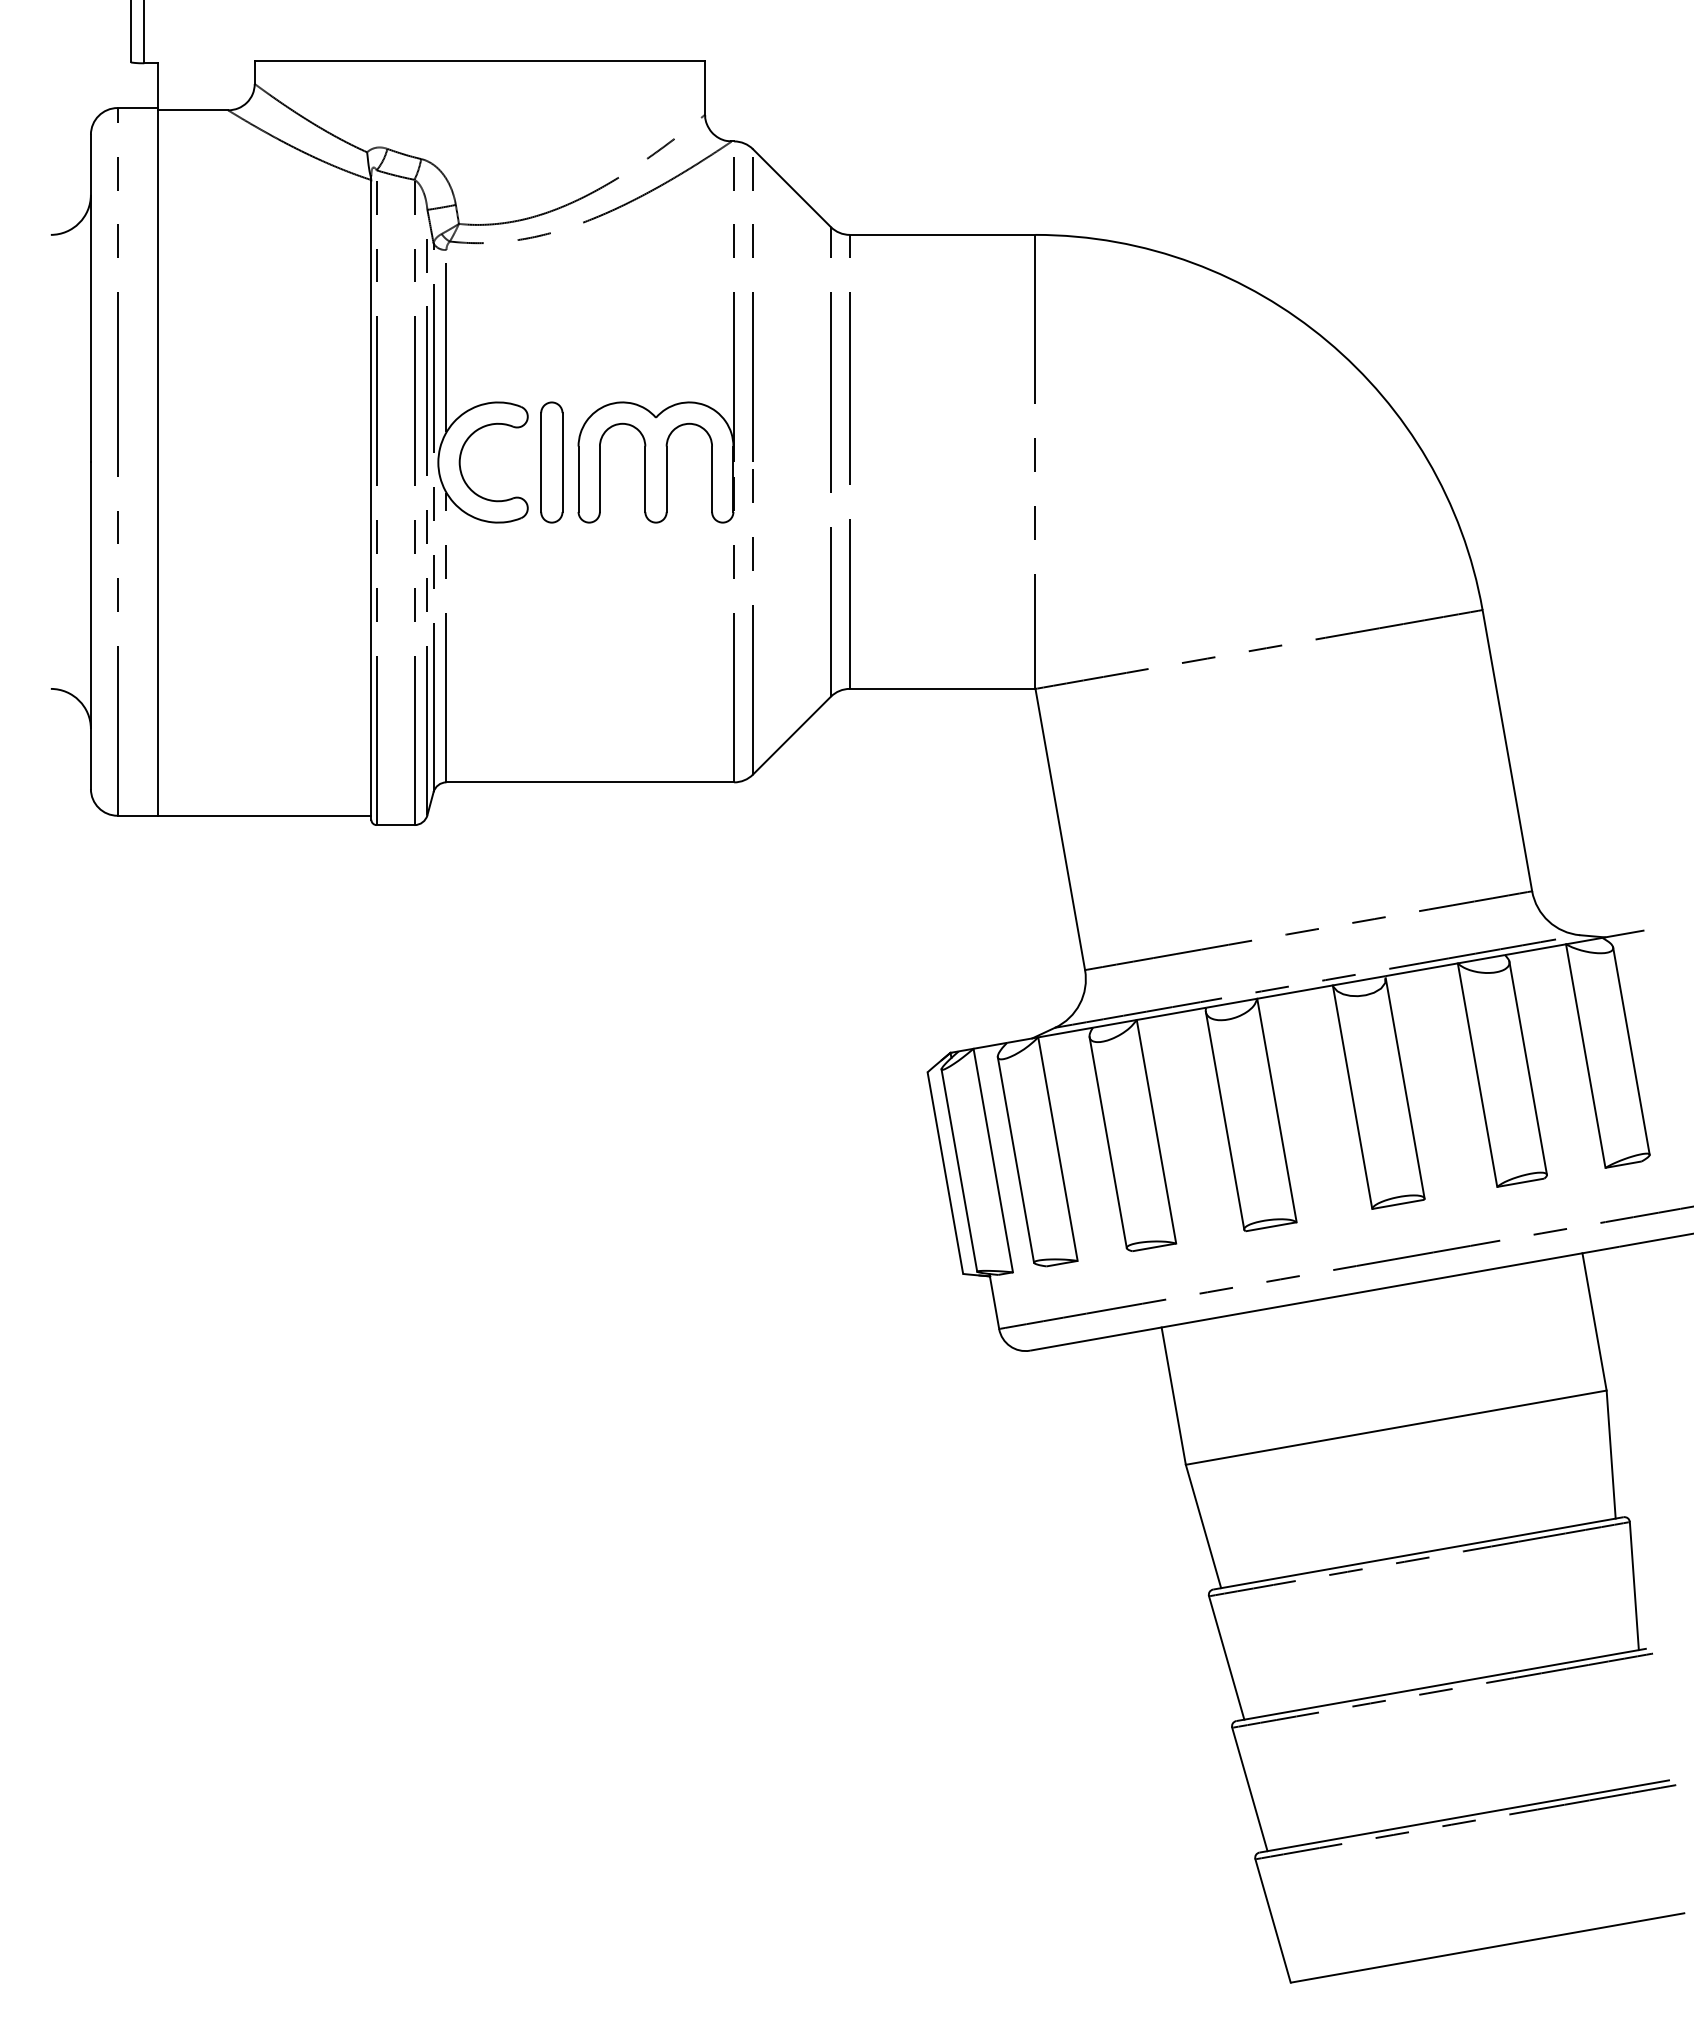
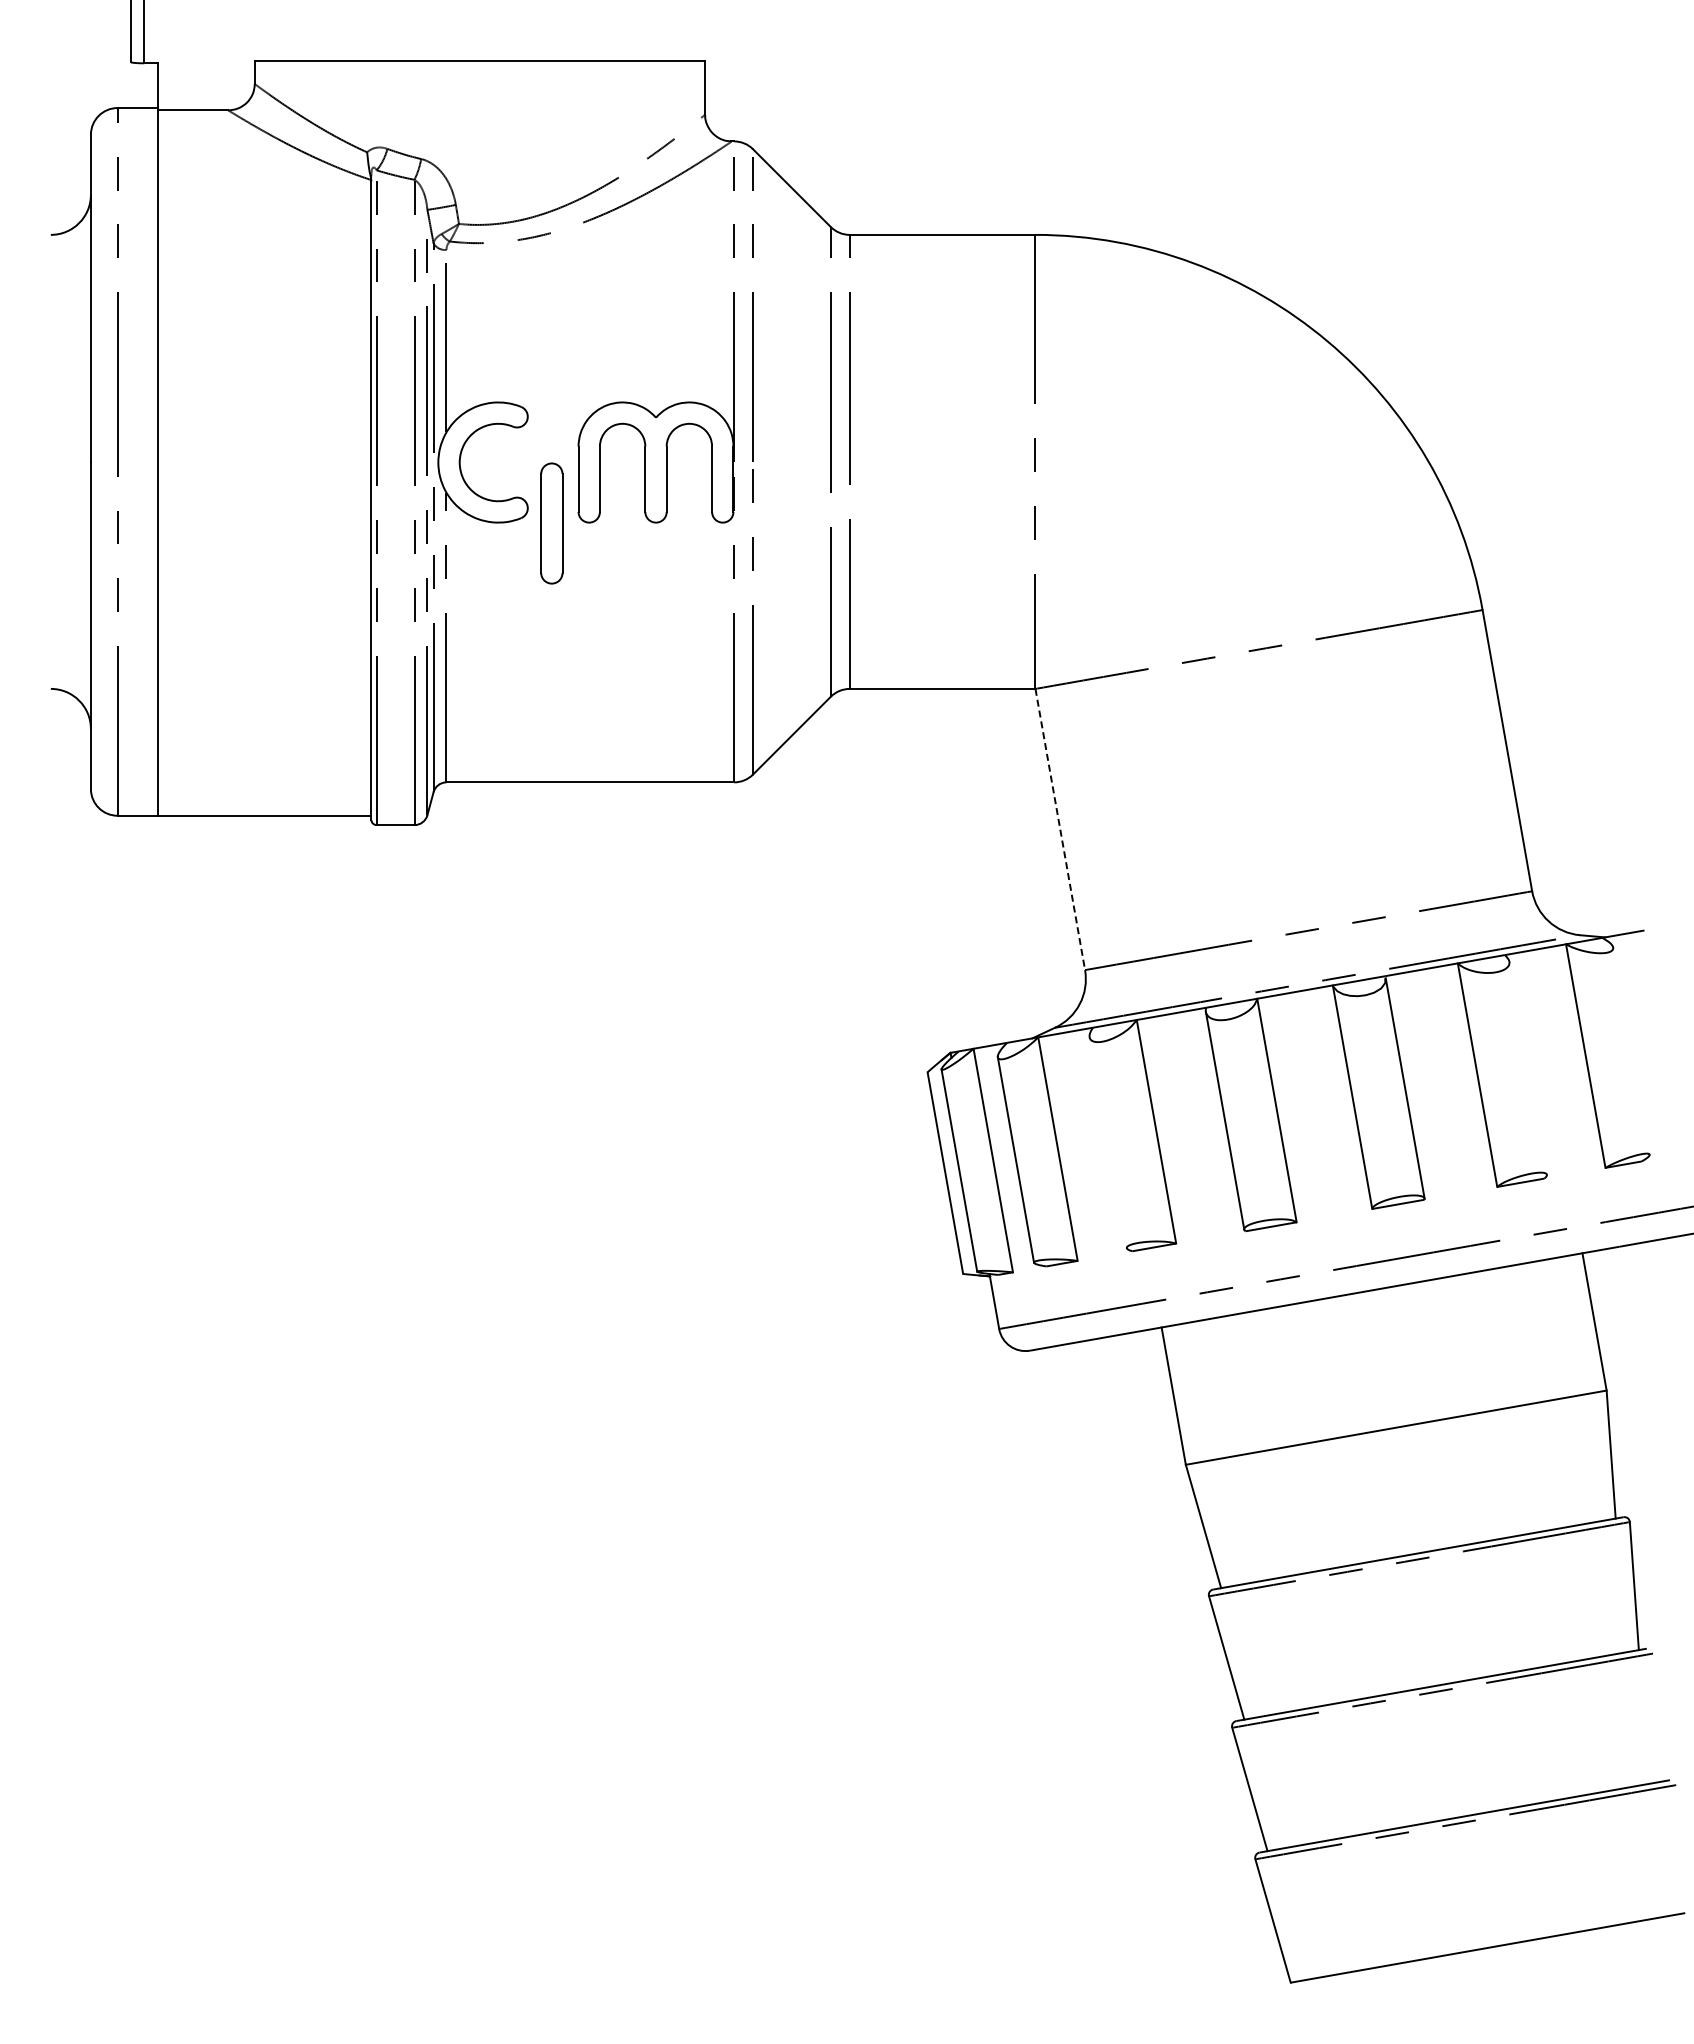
part at (551, 462) position: (551, 462) -> (551, 523)
line at (1060, 829): solid -> dashed
line at (1631, 1050): present -> none
line at (1527, 1067): present -> none
line at (1107, 1142): present -> none
